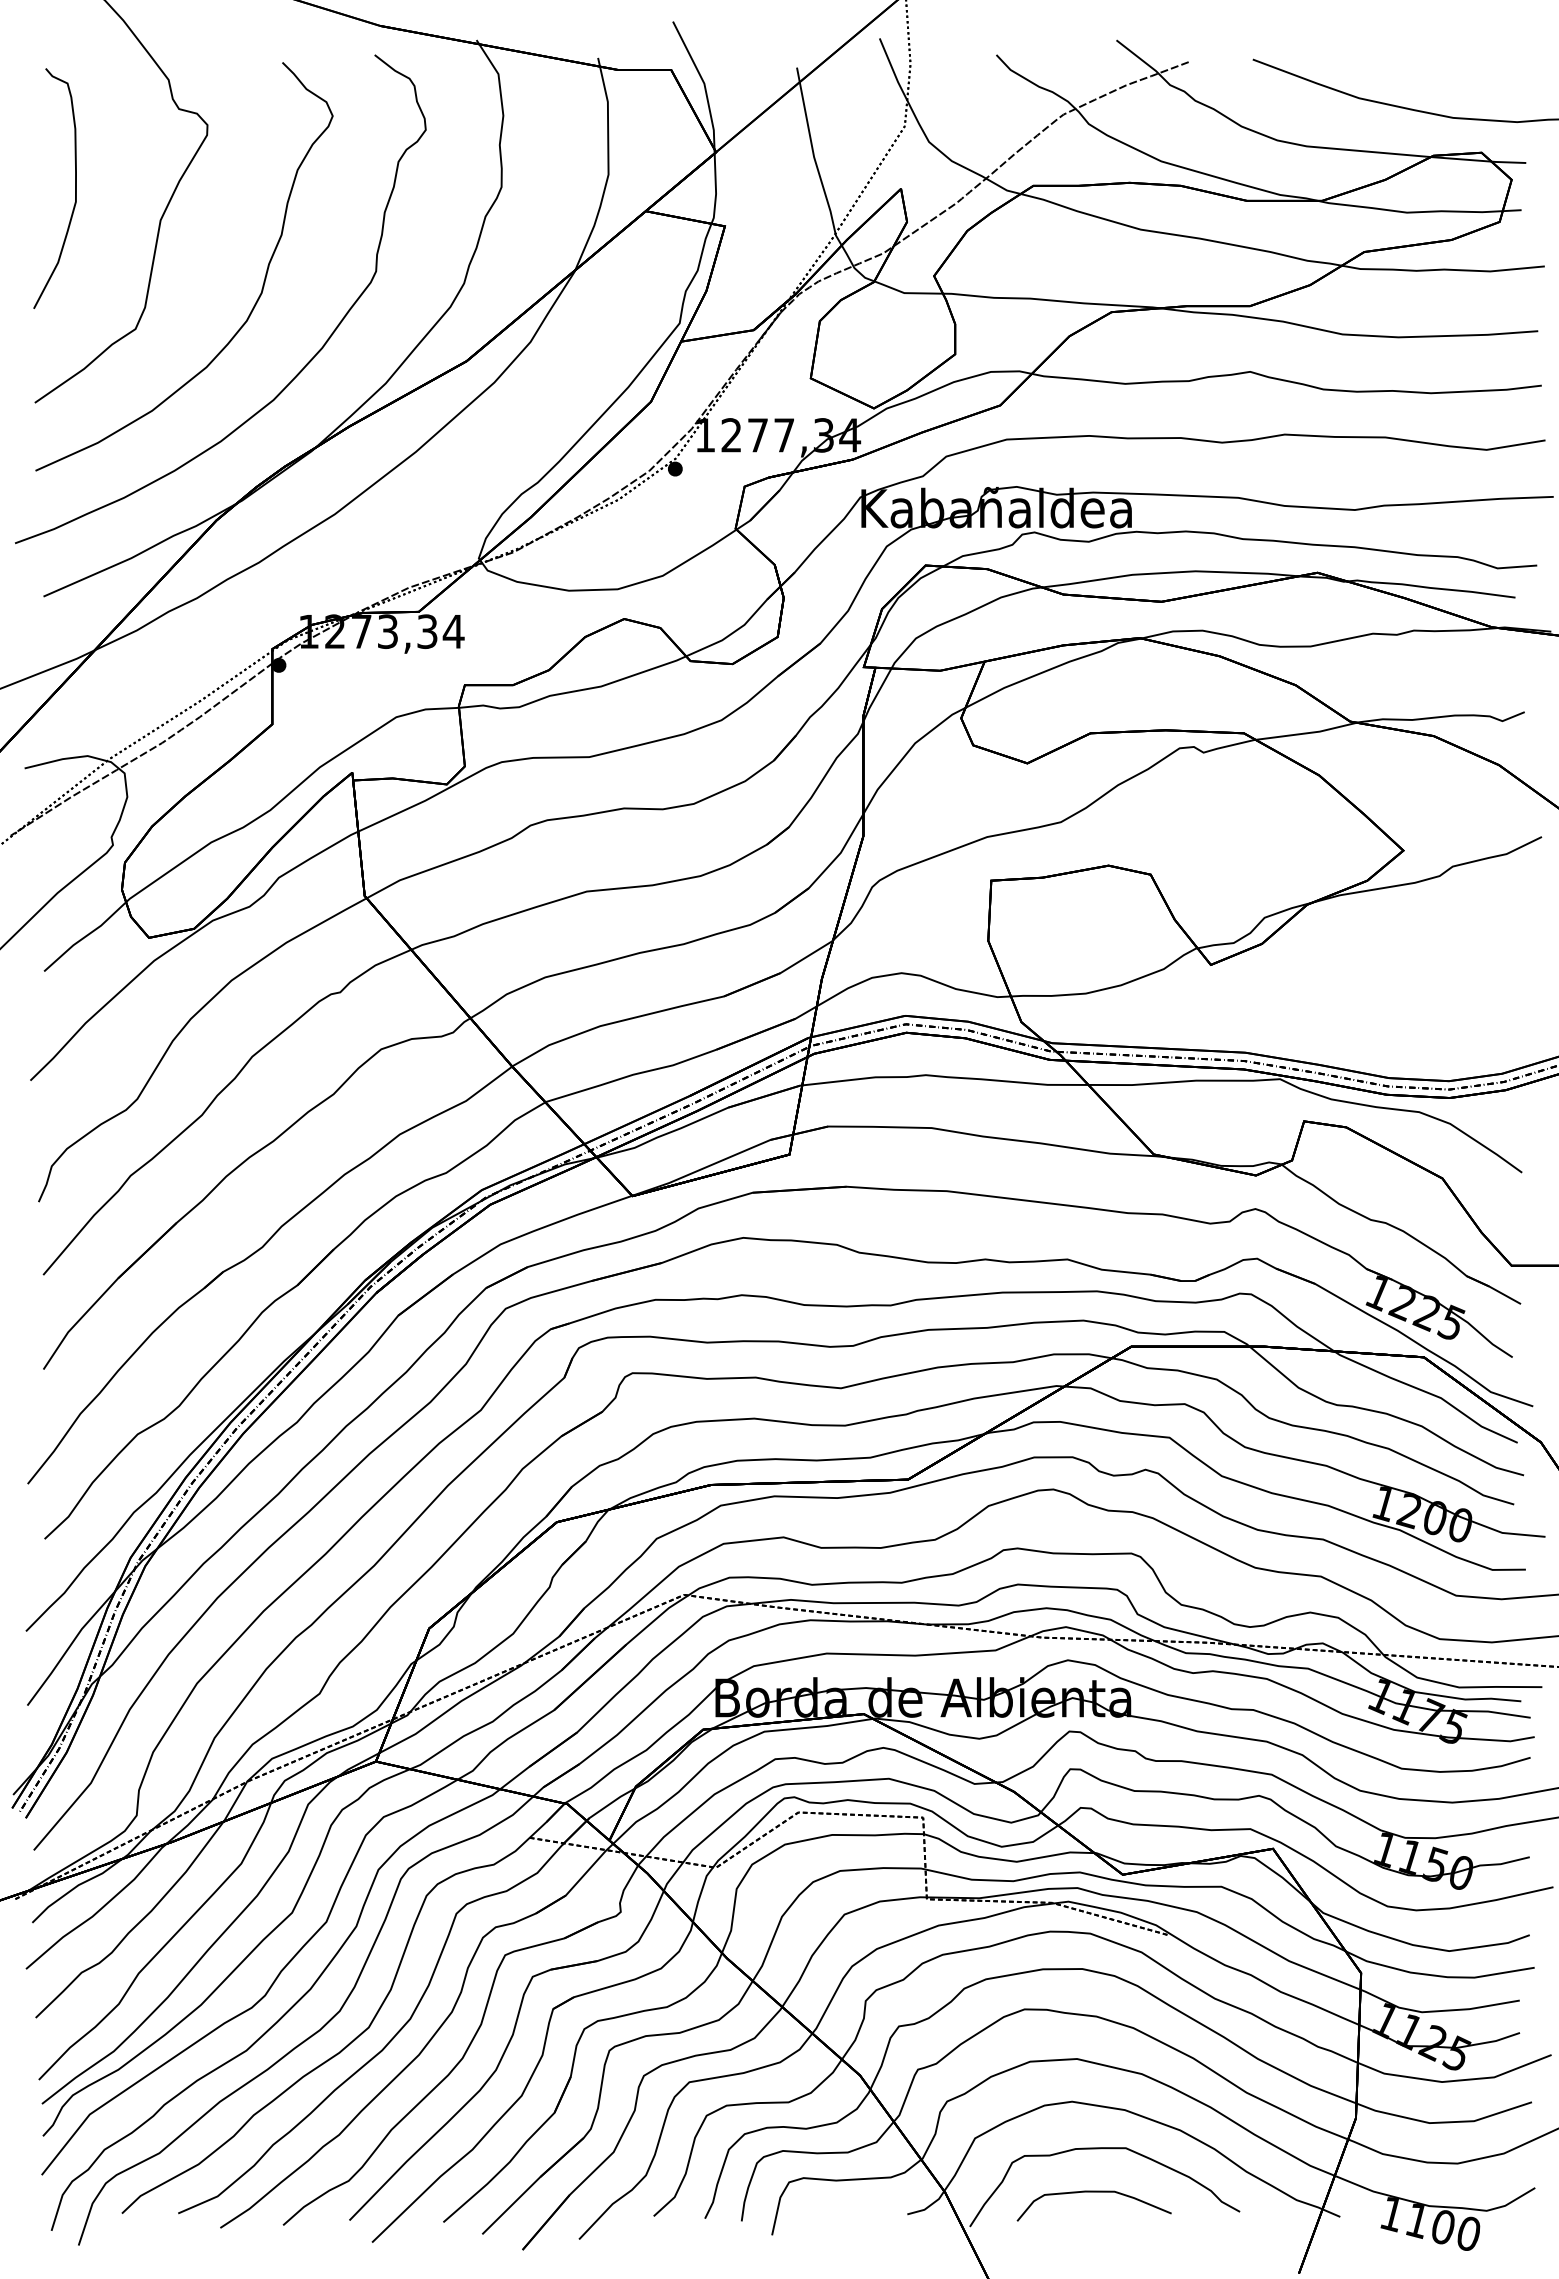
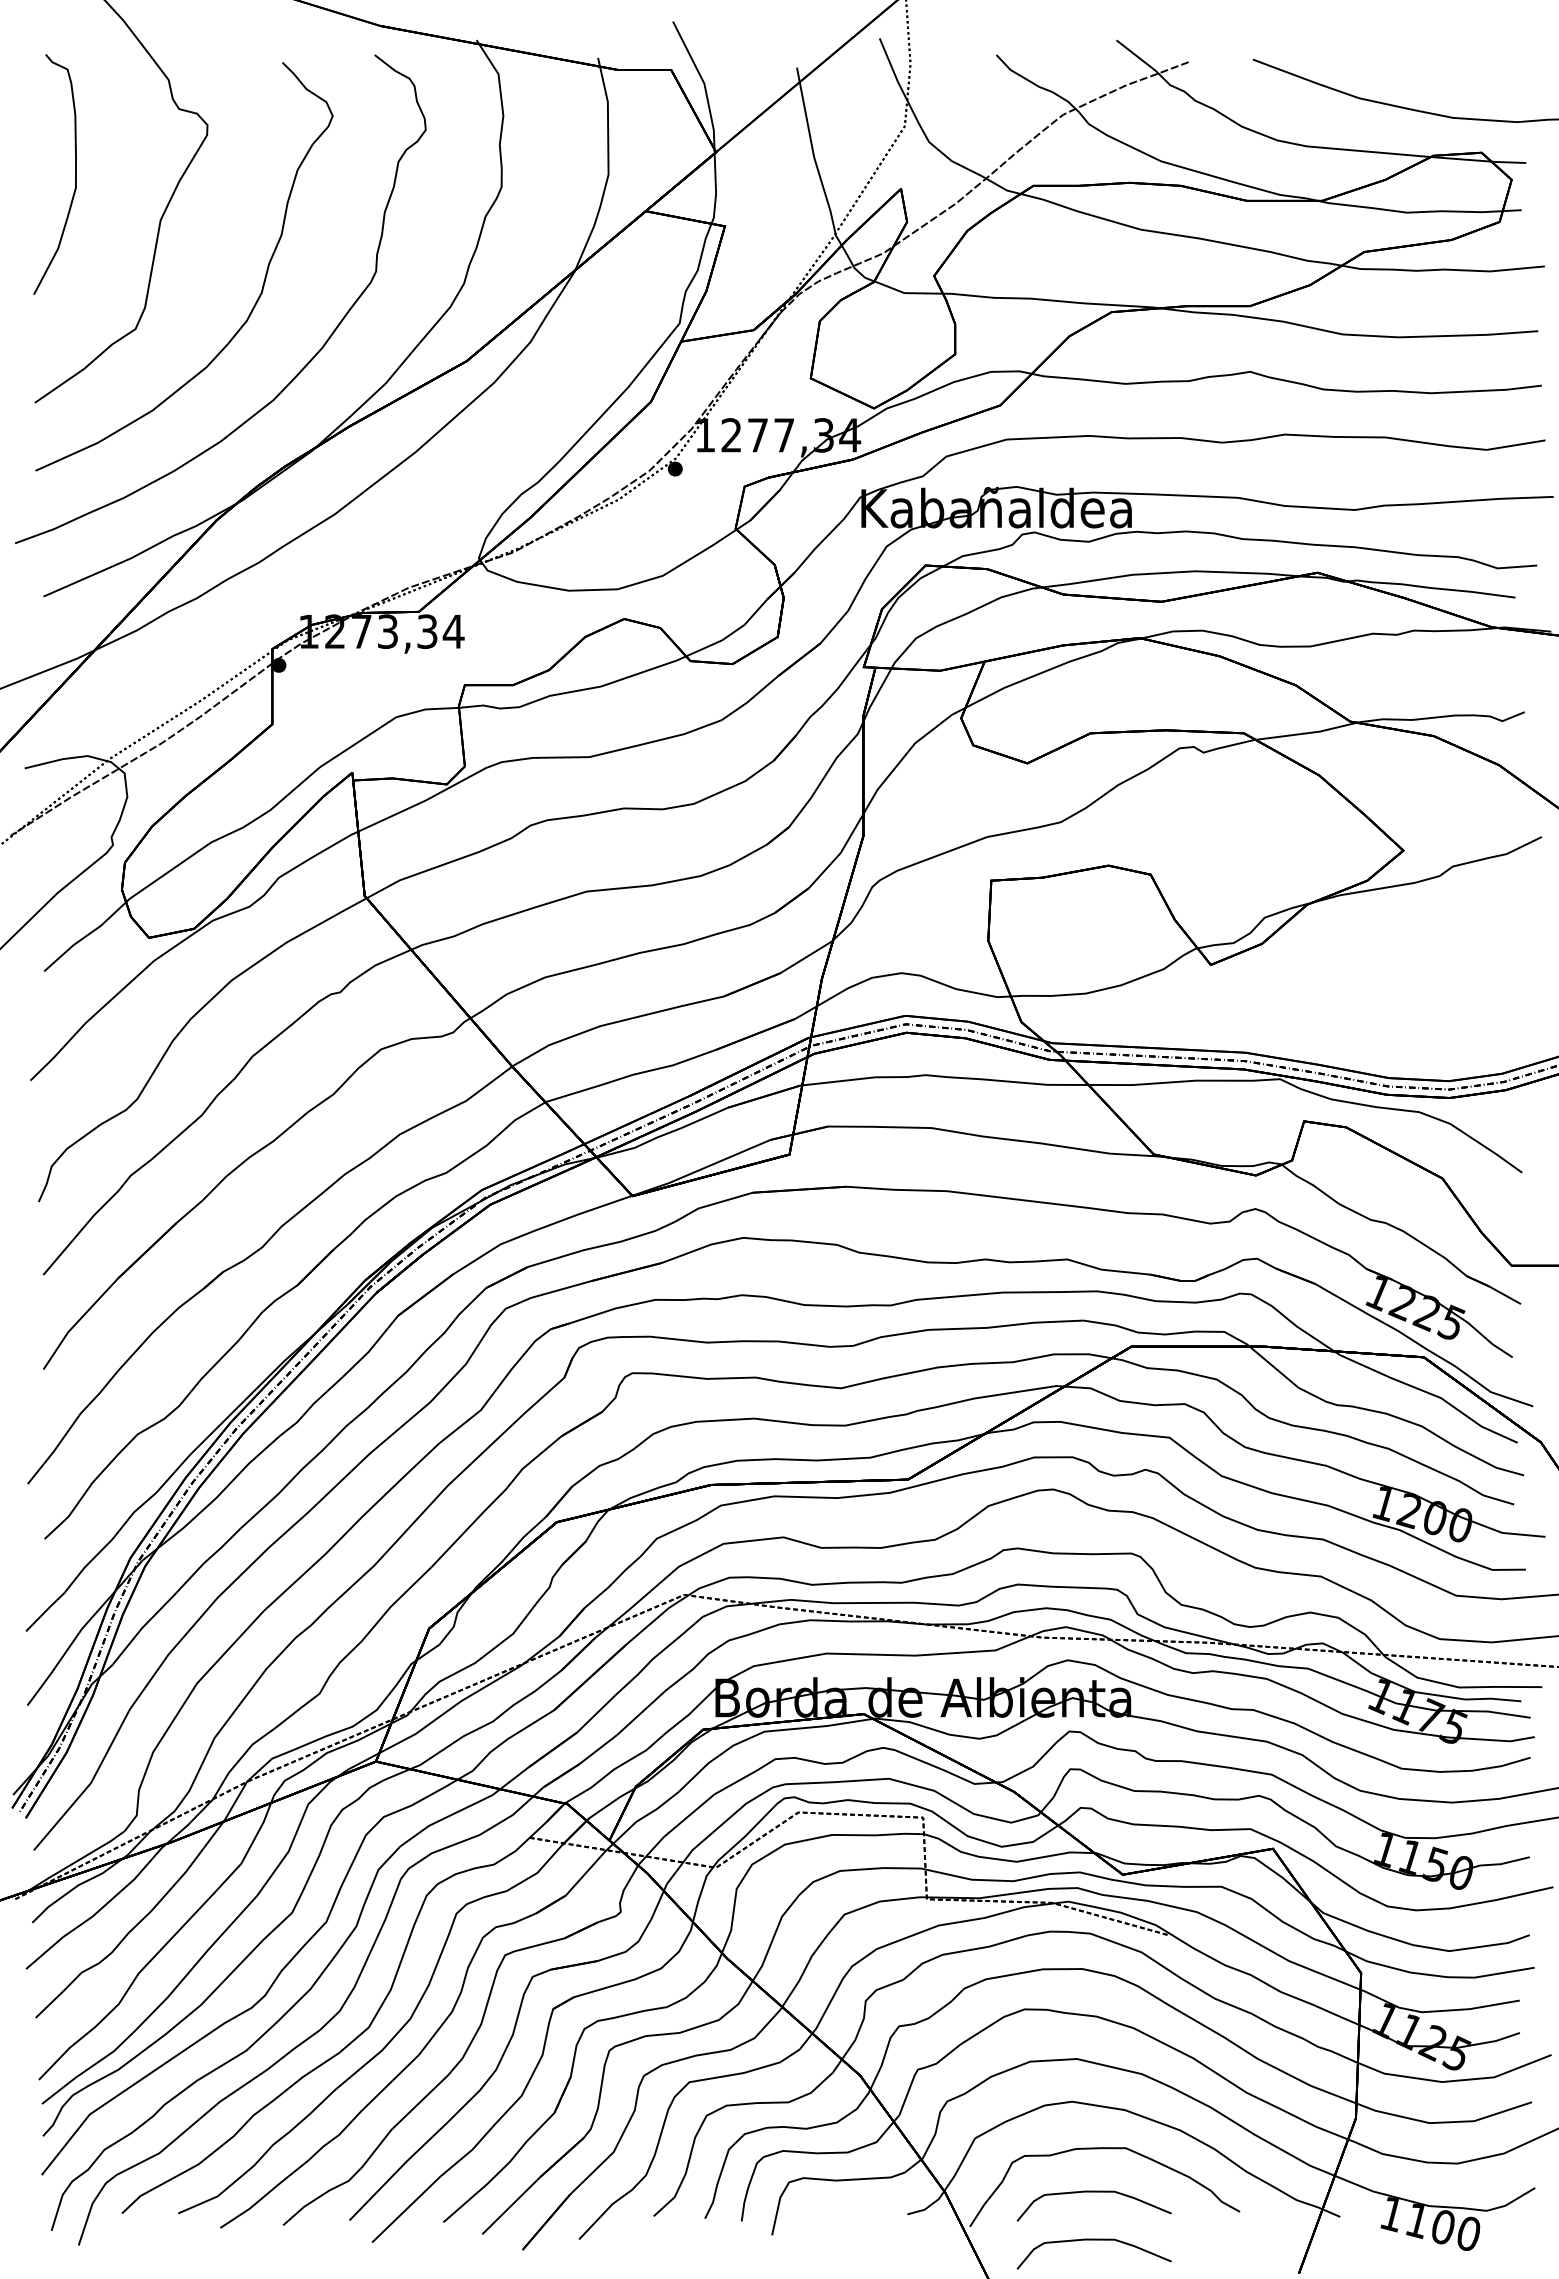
curve at (75, 188) position: (75, 188) -> (75, 174)
curve at (1093, 2240): none -> present
